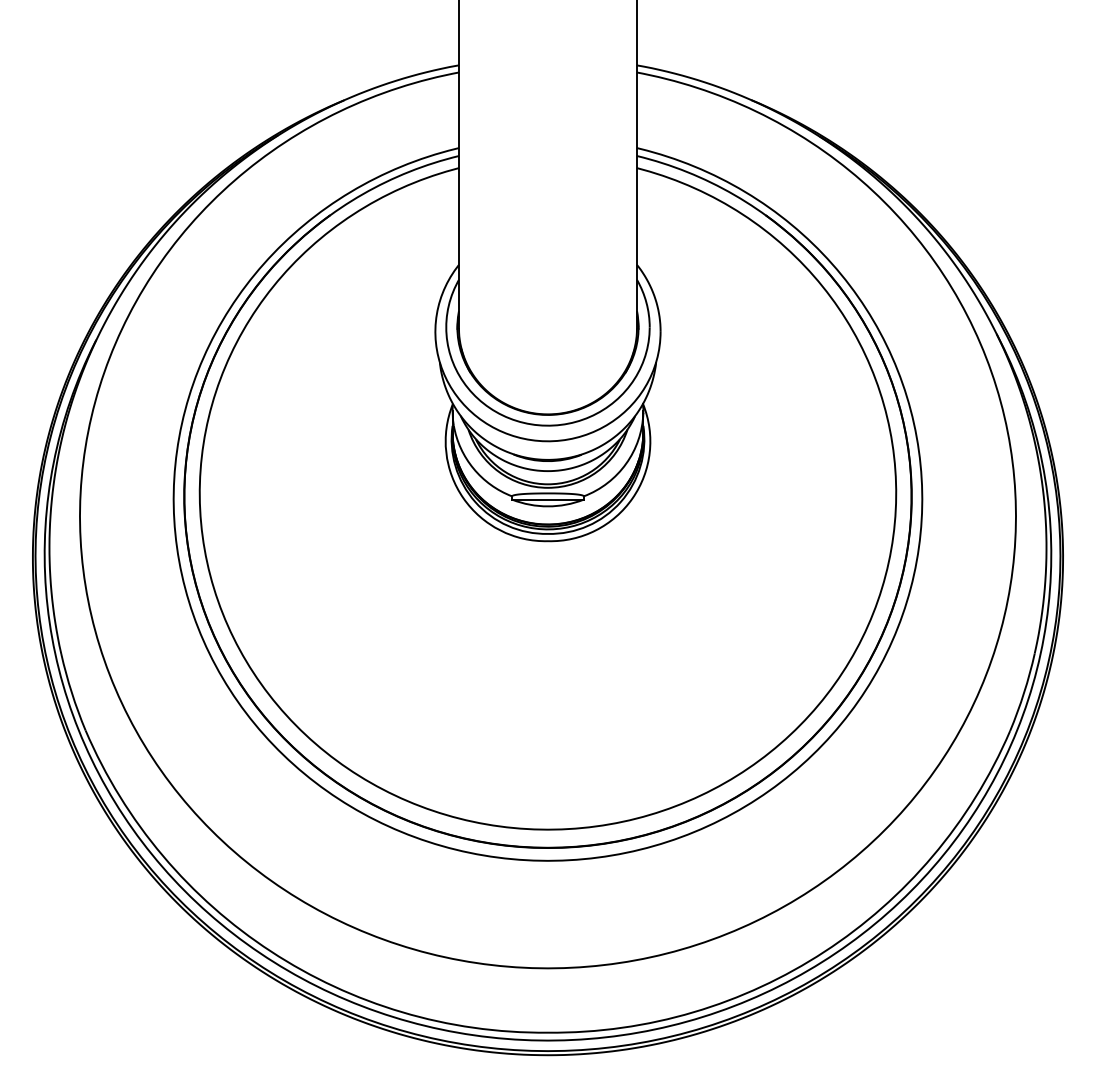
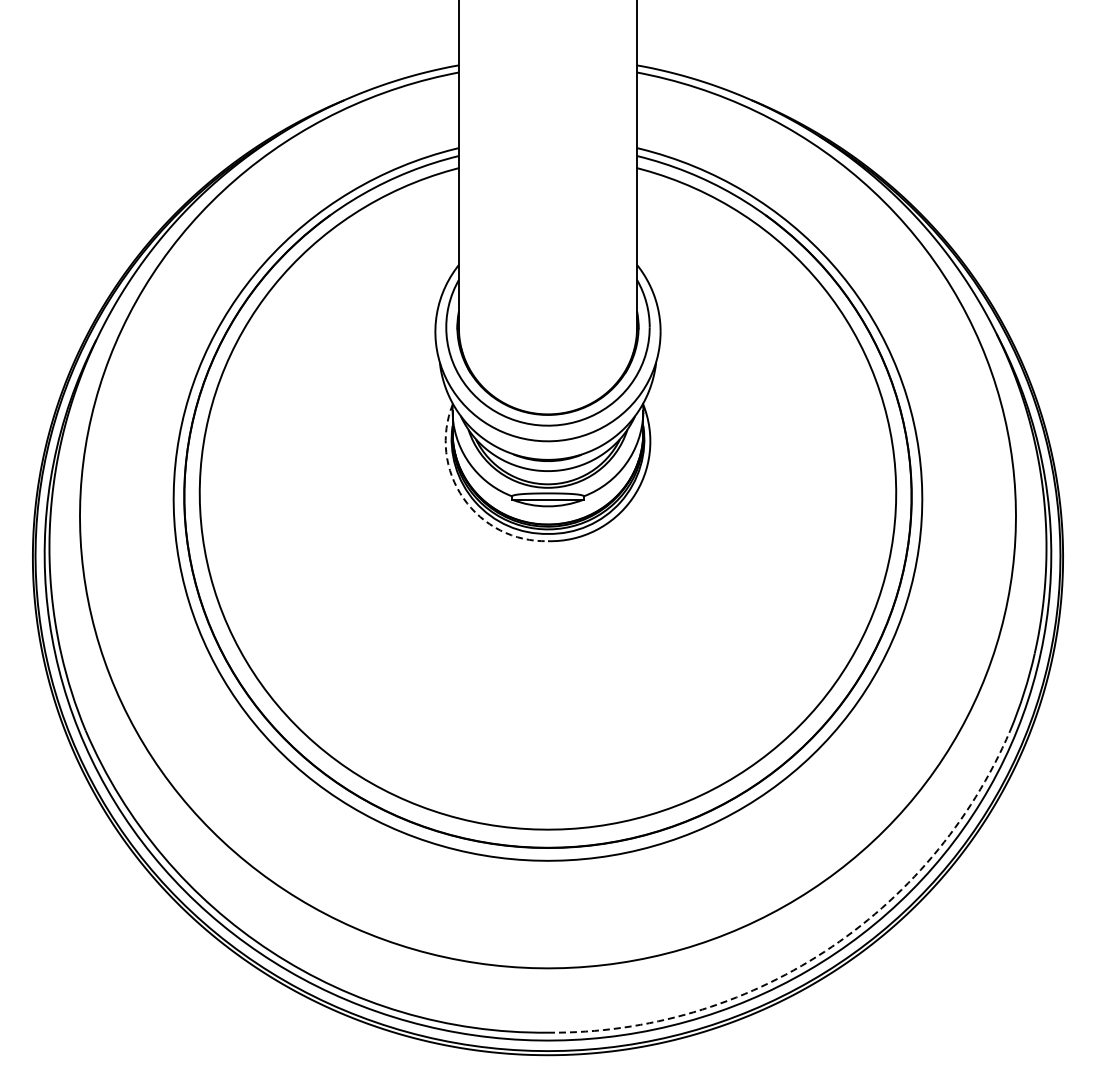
arc at (463, 498): solid -> dashed
arc at (824, 951): solid -> dashed
